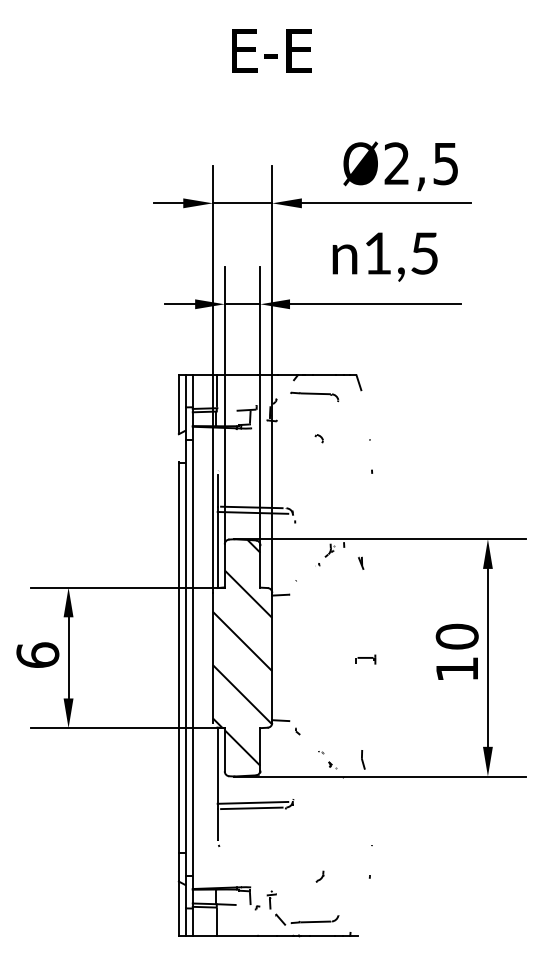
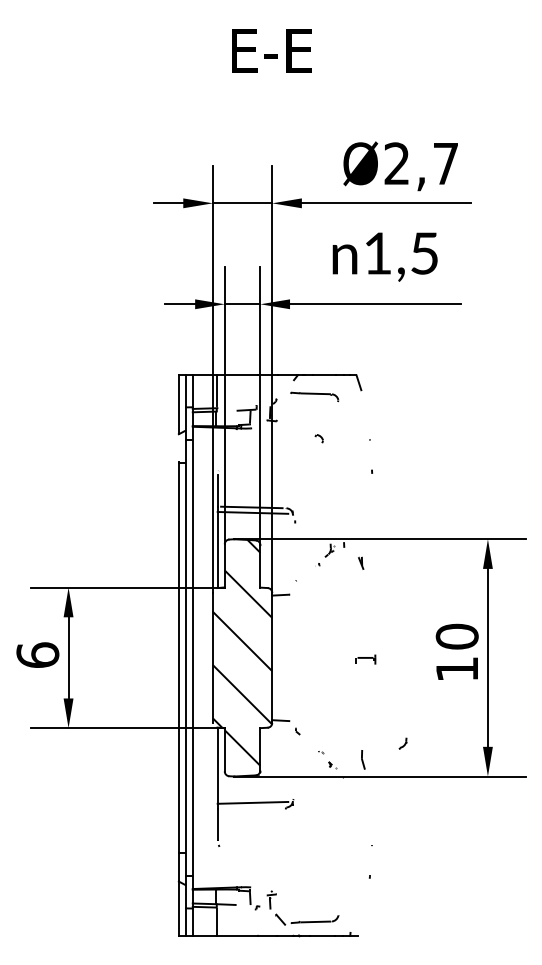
text at (445, 164): Ø2,5 -> Ø2,7
line at (251, 808): present -> none
part at (319, 876) position: (319, 876) -> (402, 743)
